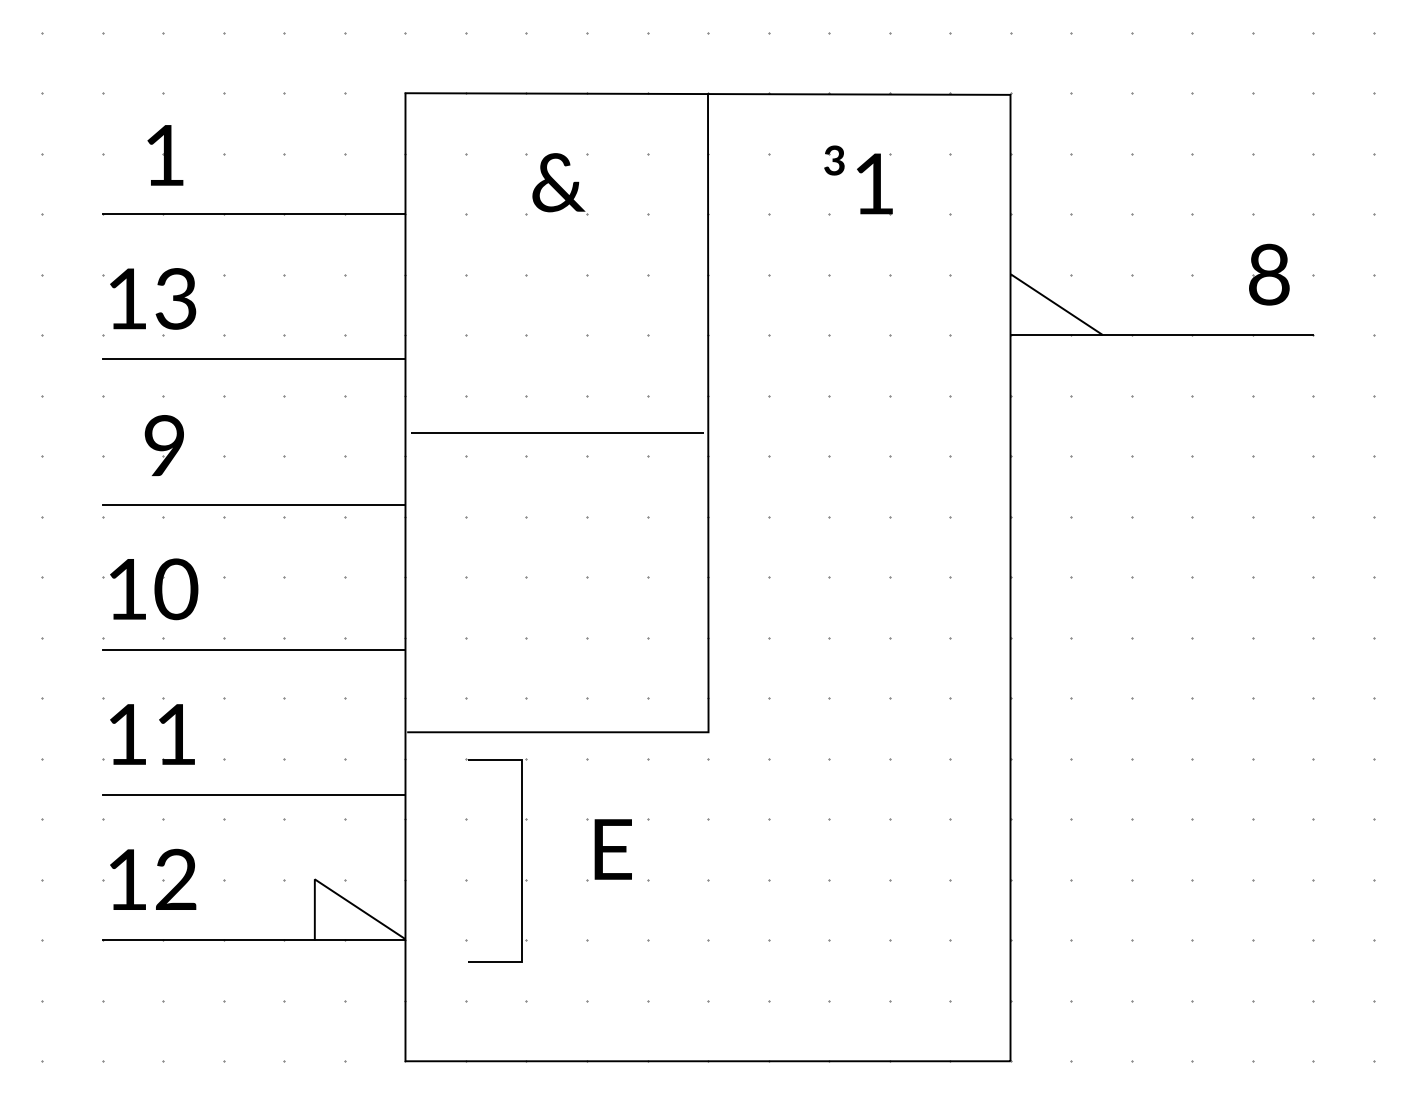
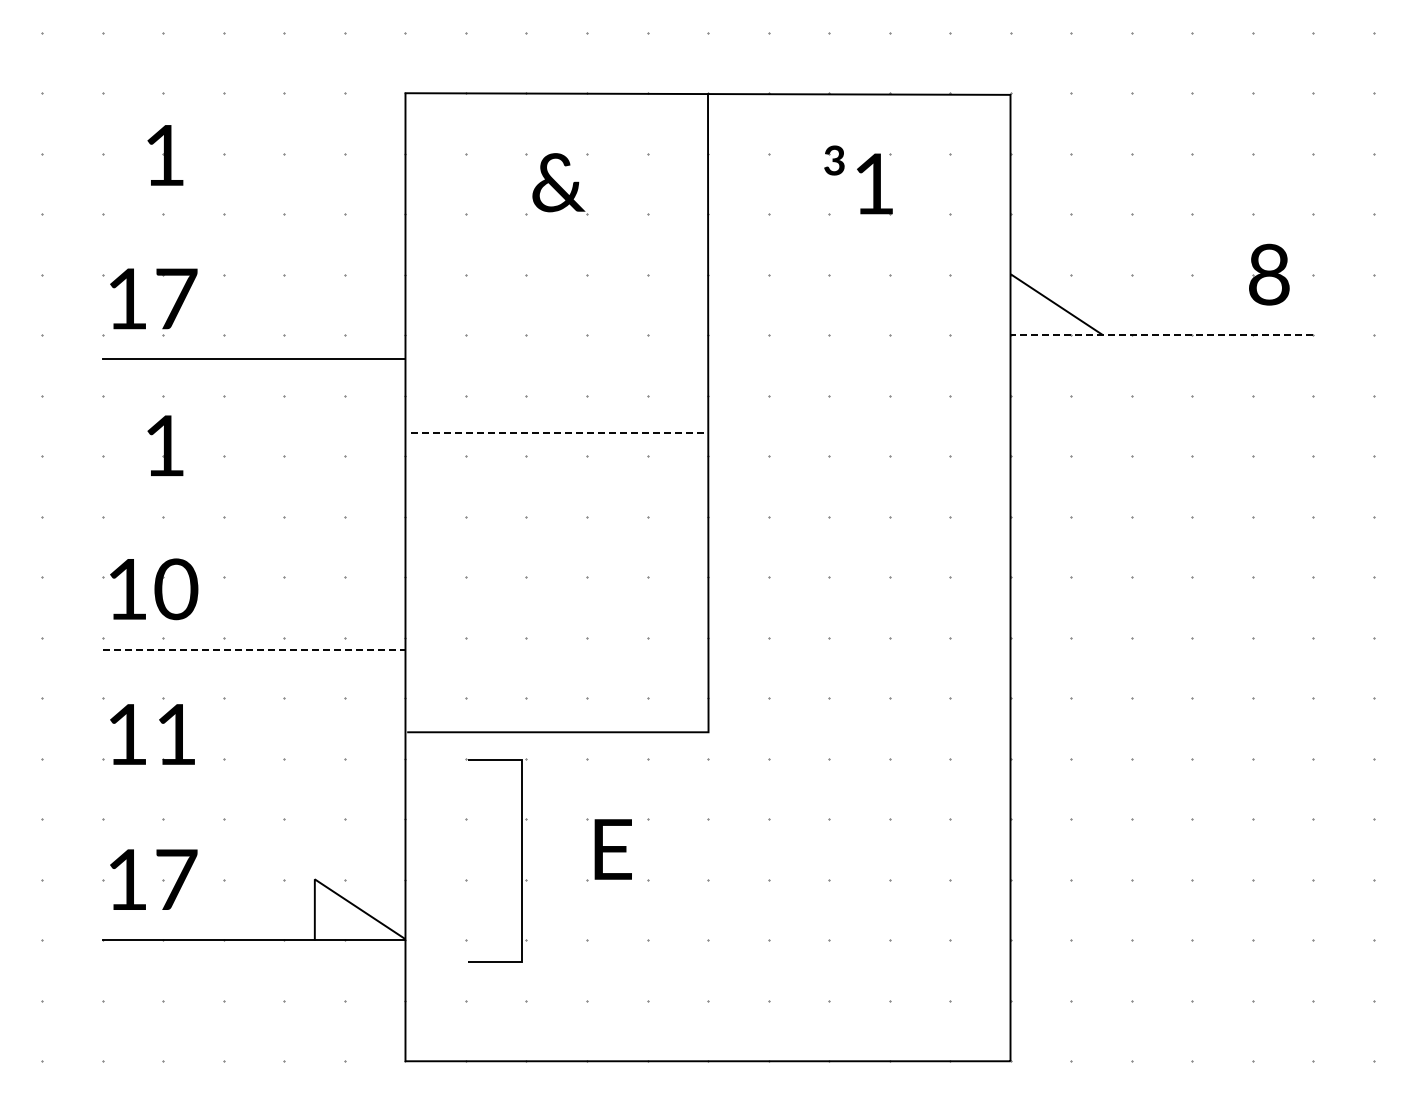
line at (253, 214): present -> none
text at (176, 298): 13 -> 17
line at (1161, 335): solid -> dashed
line at (557, 433): solid -> dashed
text at (163, 445): 9 -> 1
line at (253, 504): present -> none
line at (254, 649): solid -> dashed
line at (253, 795): present -> none
text at (176, 878): 12 -> 17
